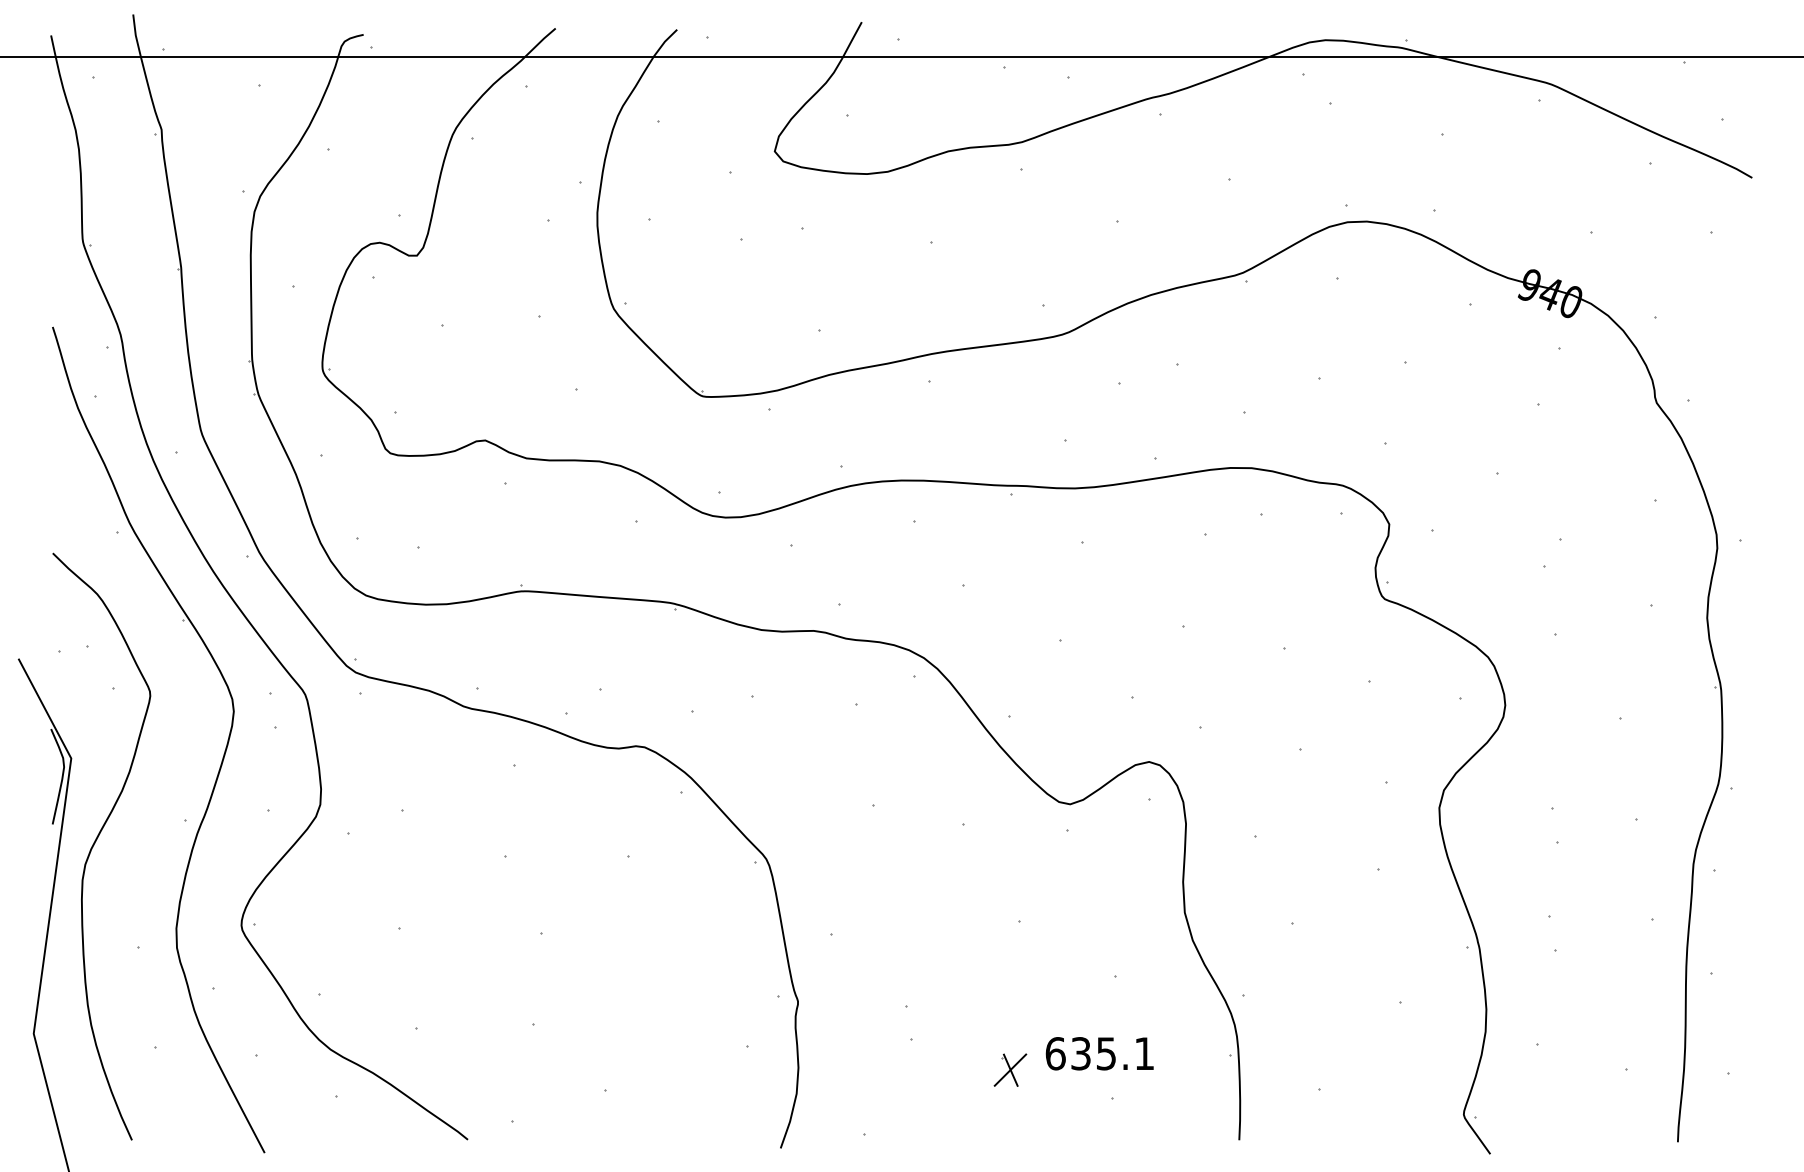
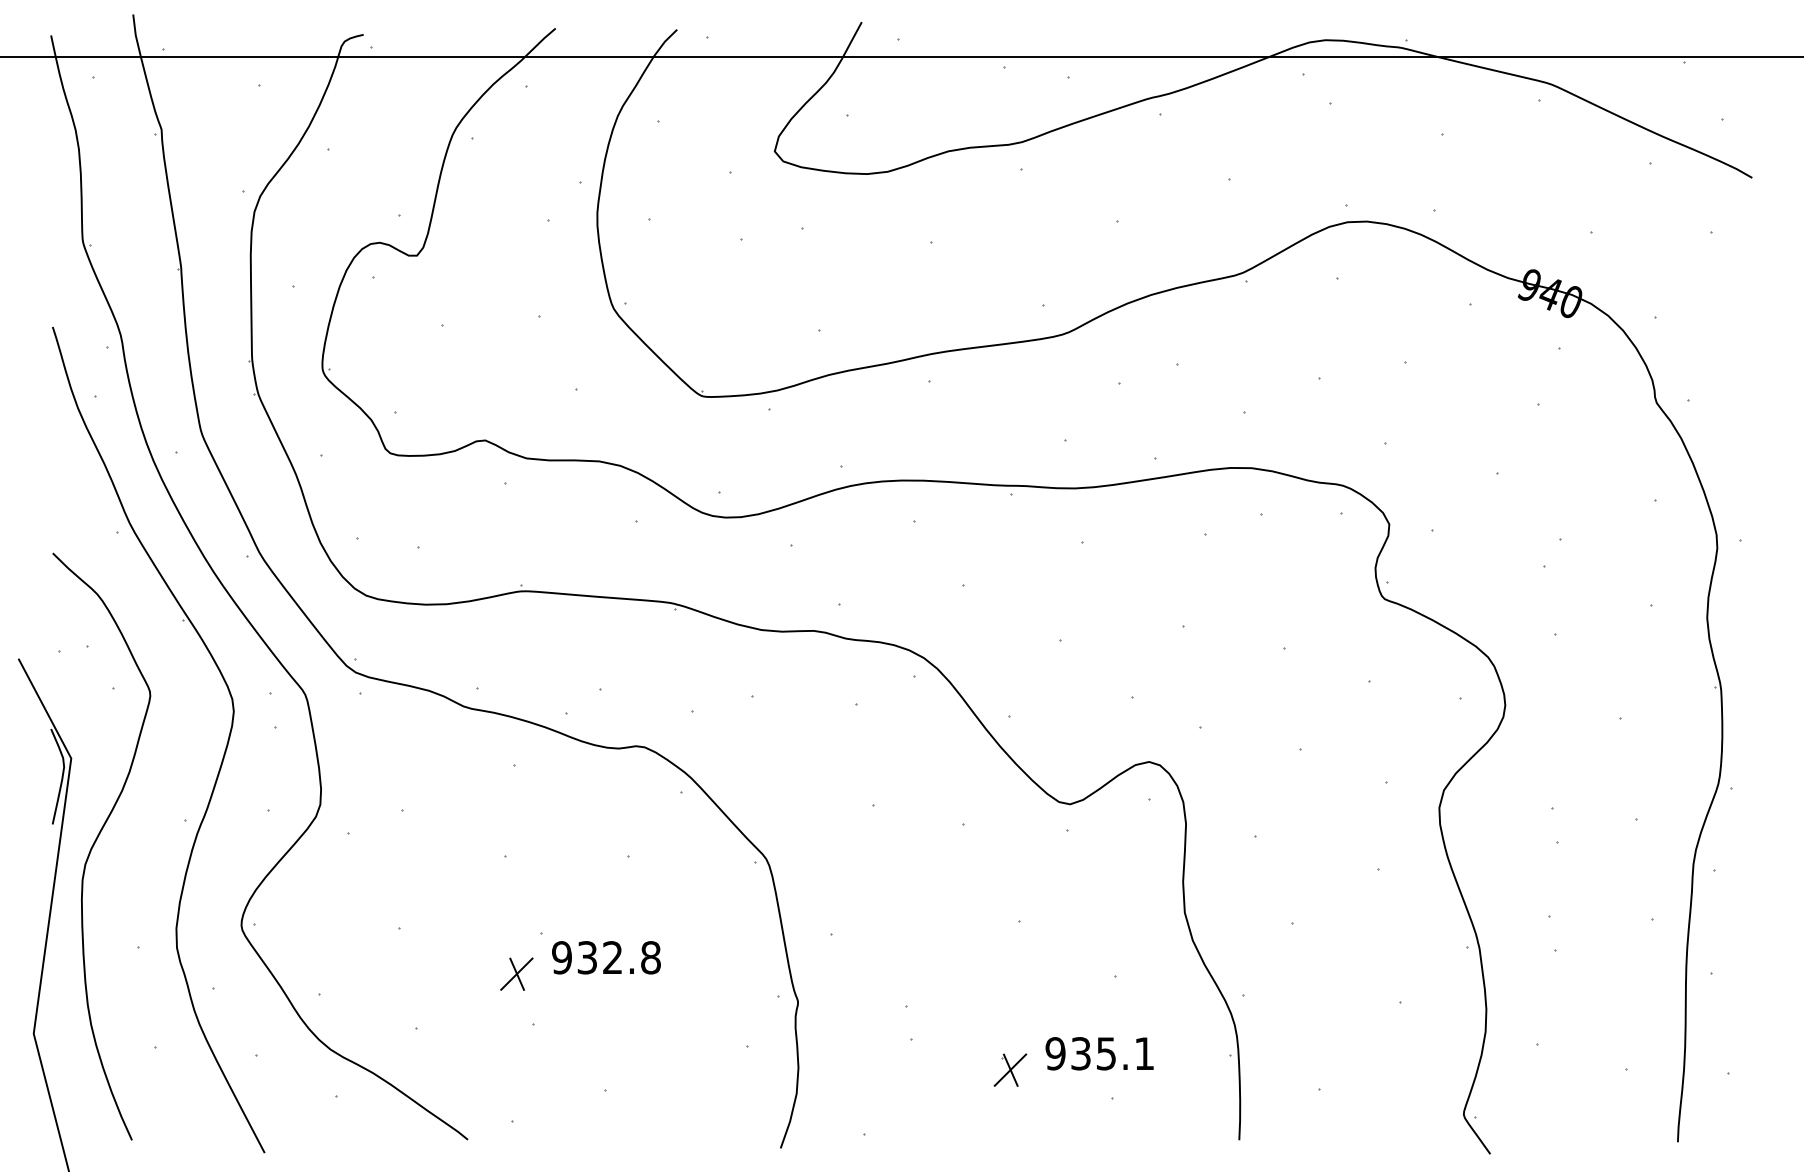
part at (606, 957): none -> present
part at (516, 973): none -> present
text at (1055, 1053): 635.1 -> 935.1
